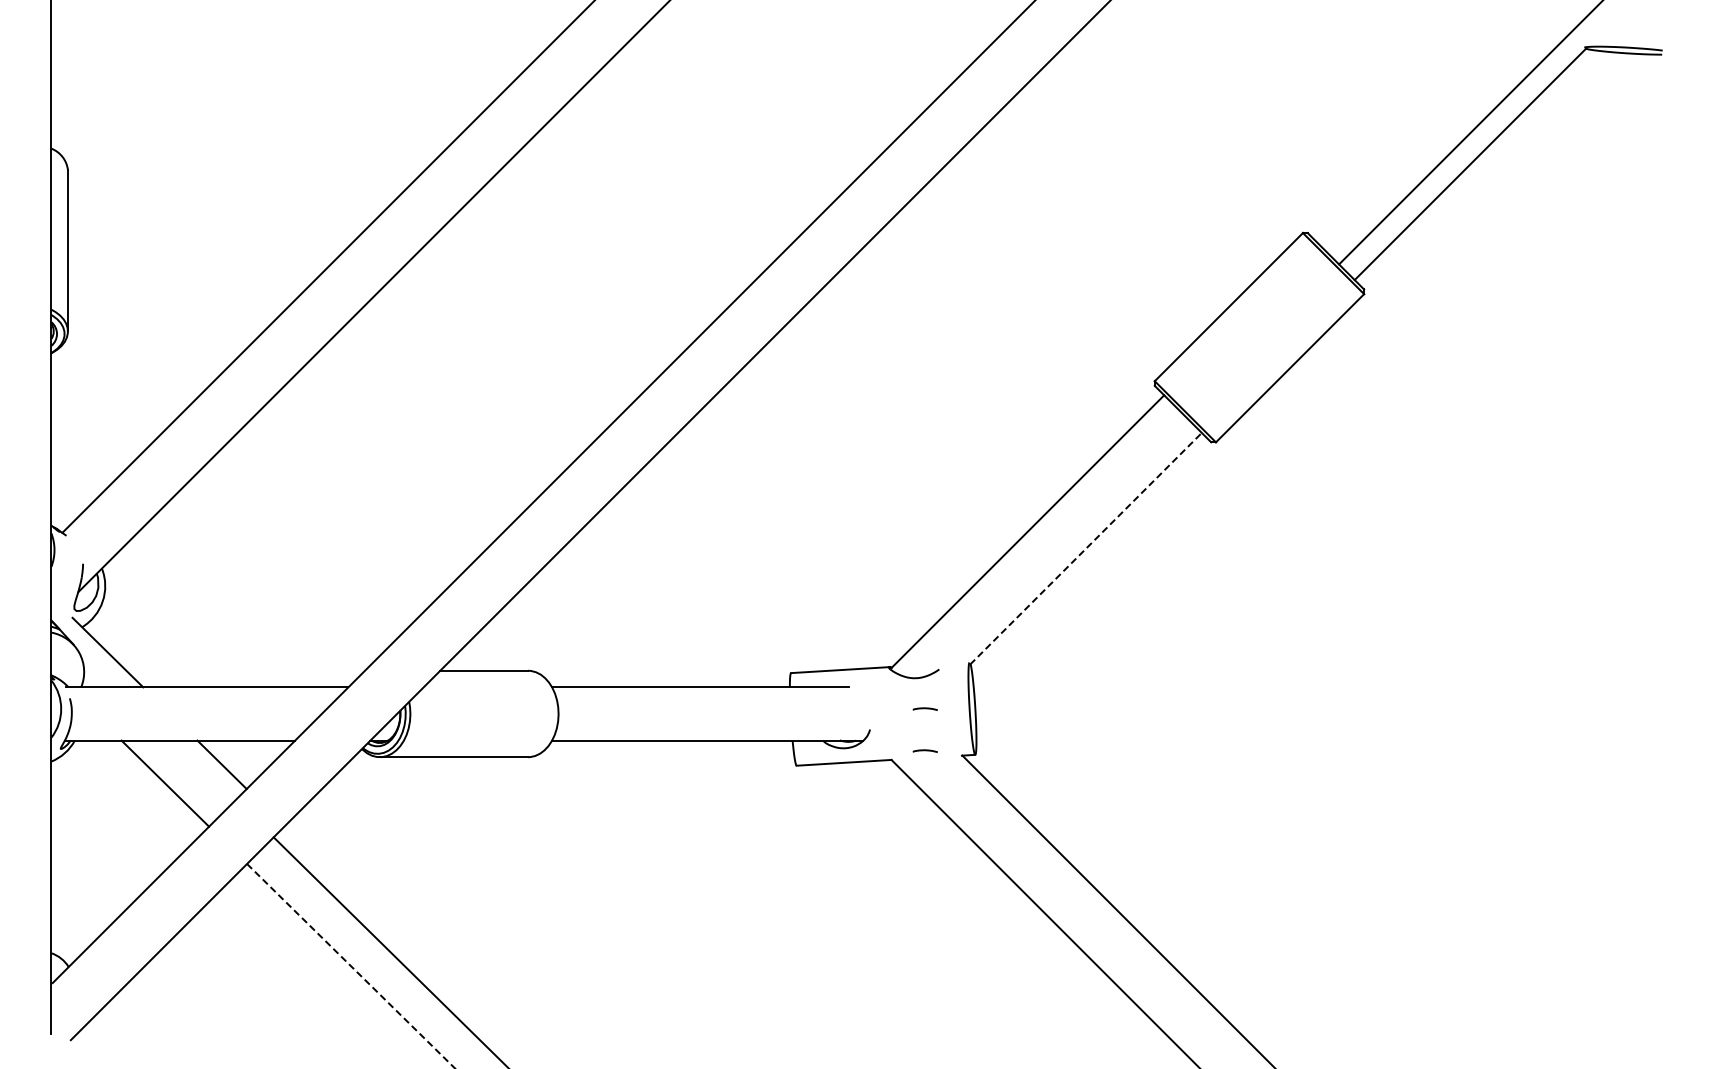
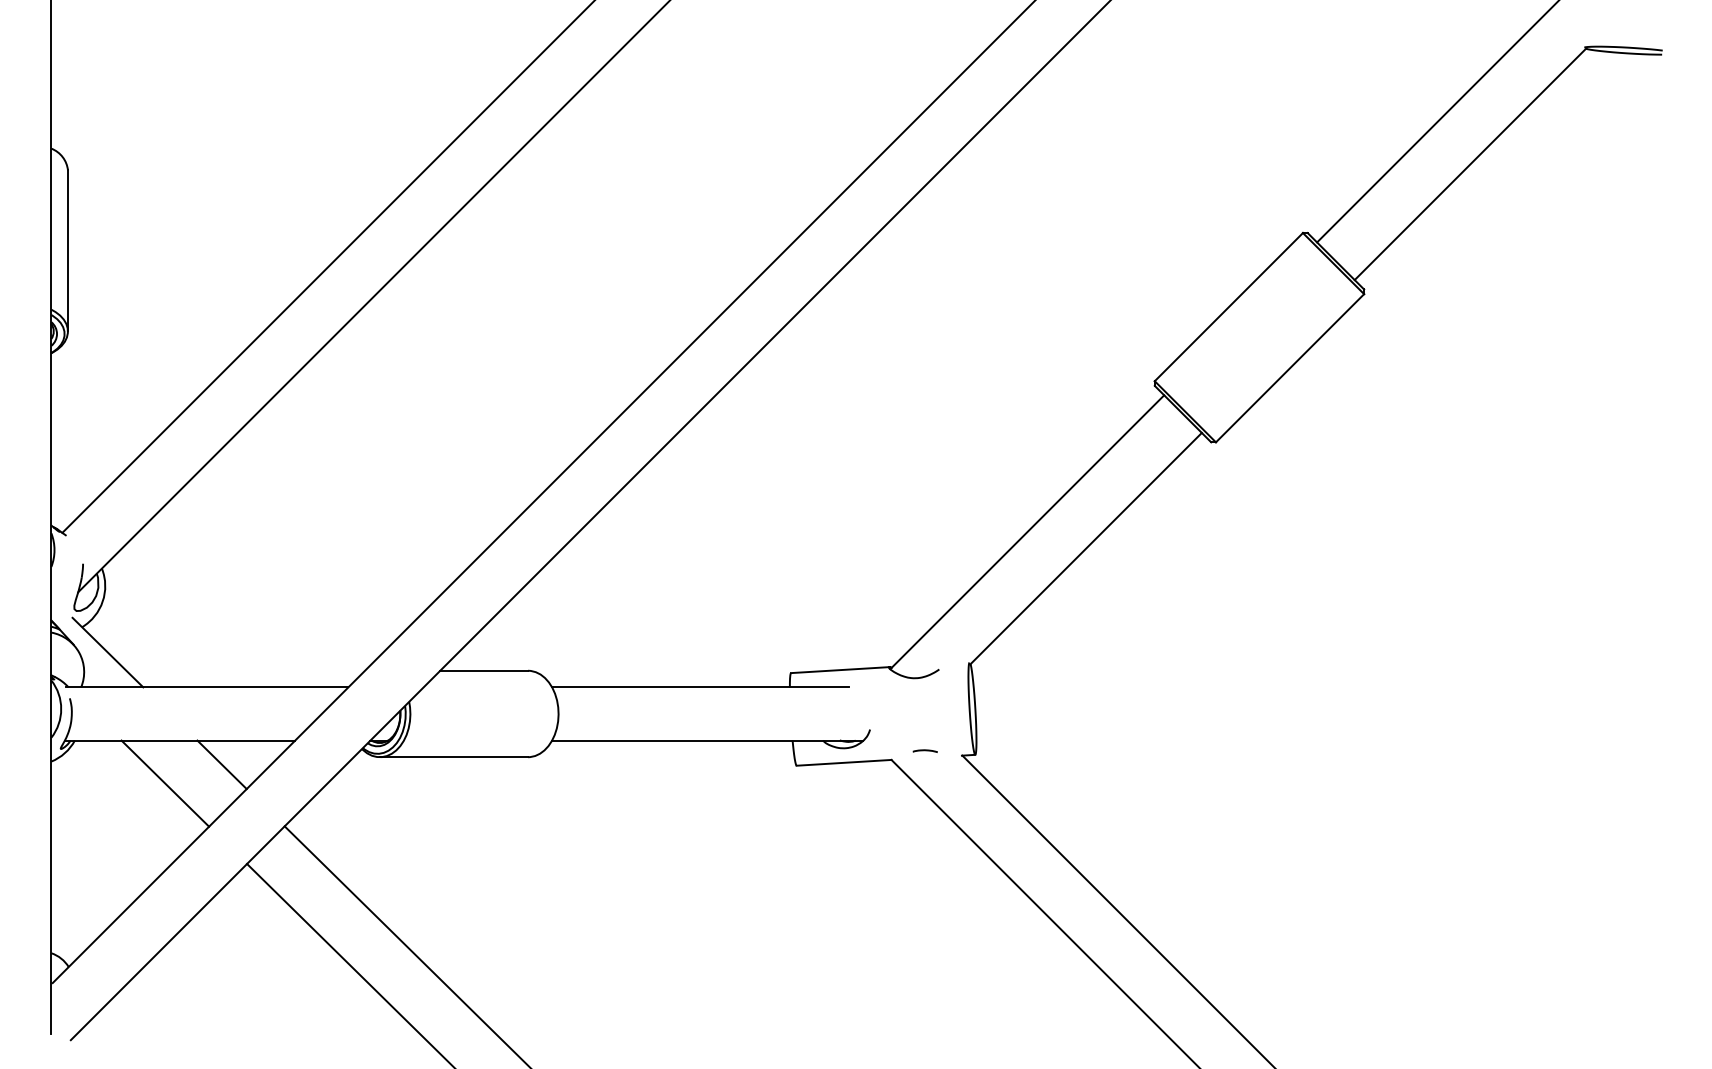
line at (1469, 133) position: (1469, 133) -> (1437, 122)
line at (1086, 548): dashed -> solid
line at (924, 708): present -> none
line at (389, 951) position: (389, 951) -> (406, 945)
line at (351, 966): dashed -> solid
